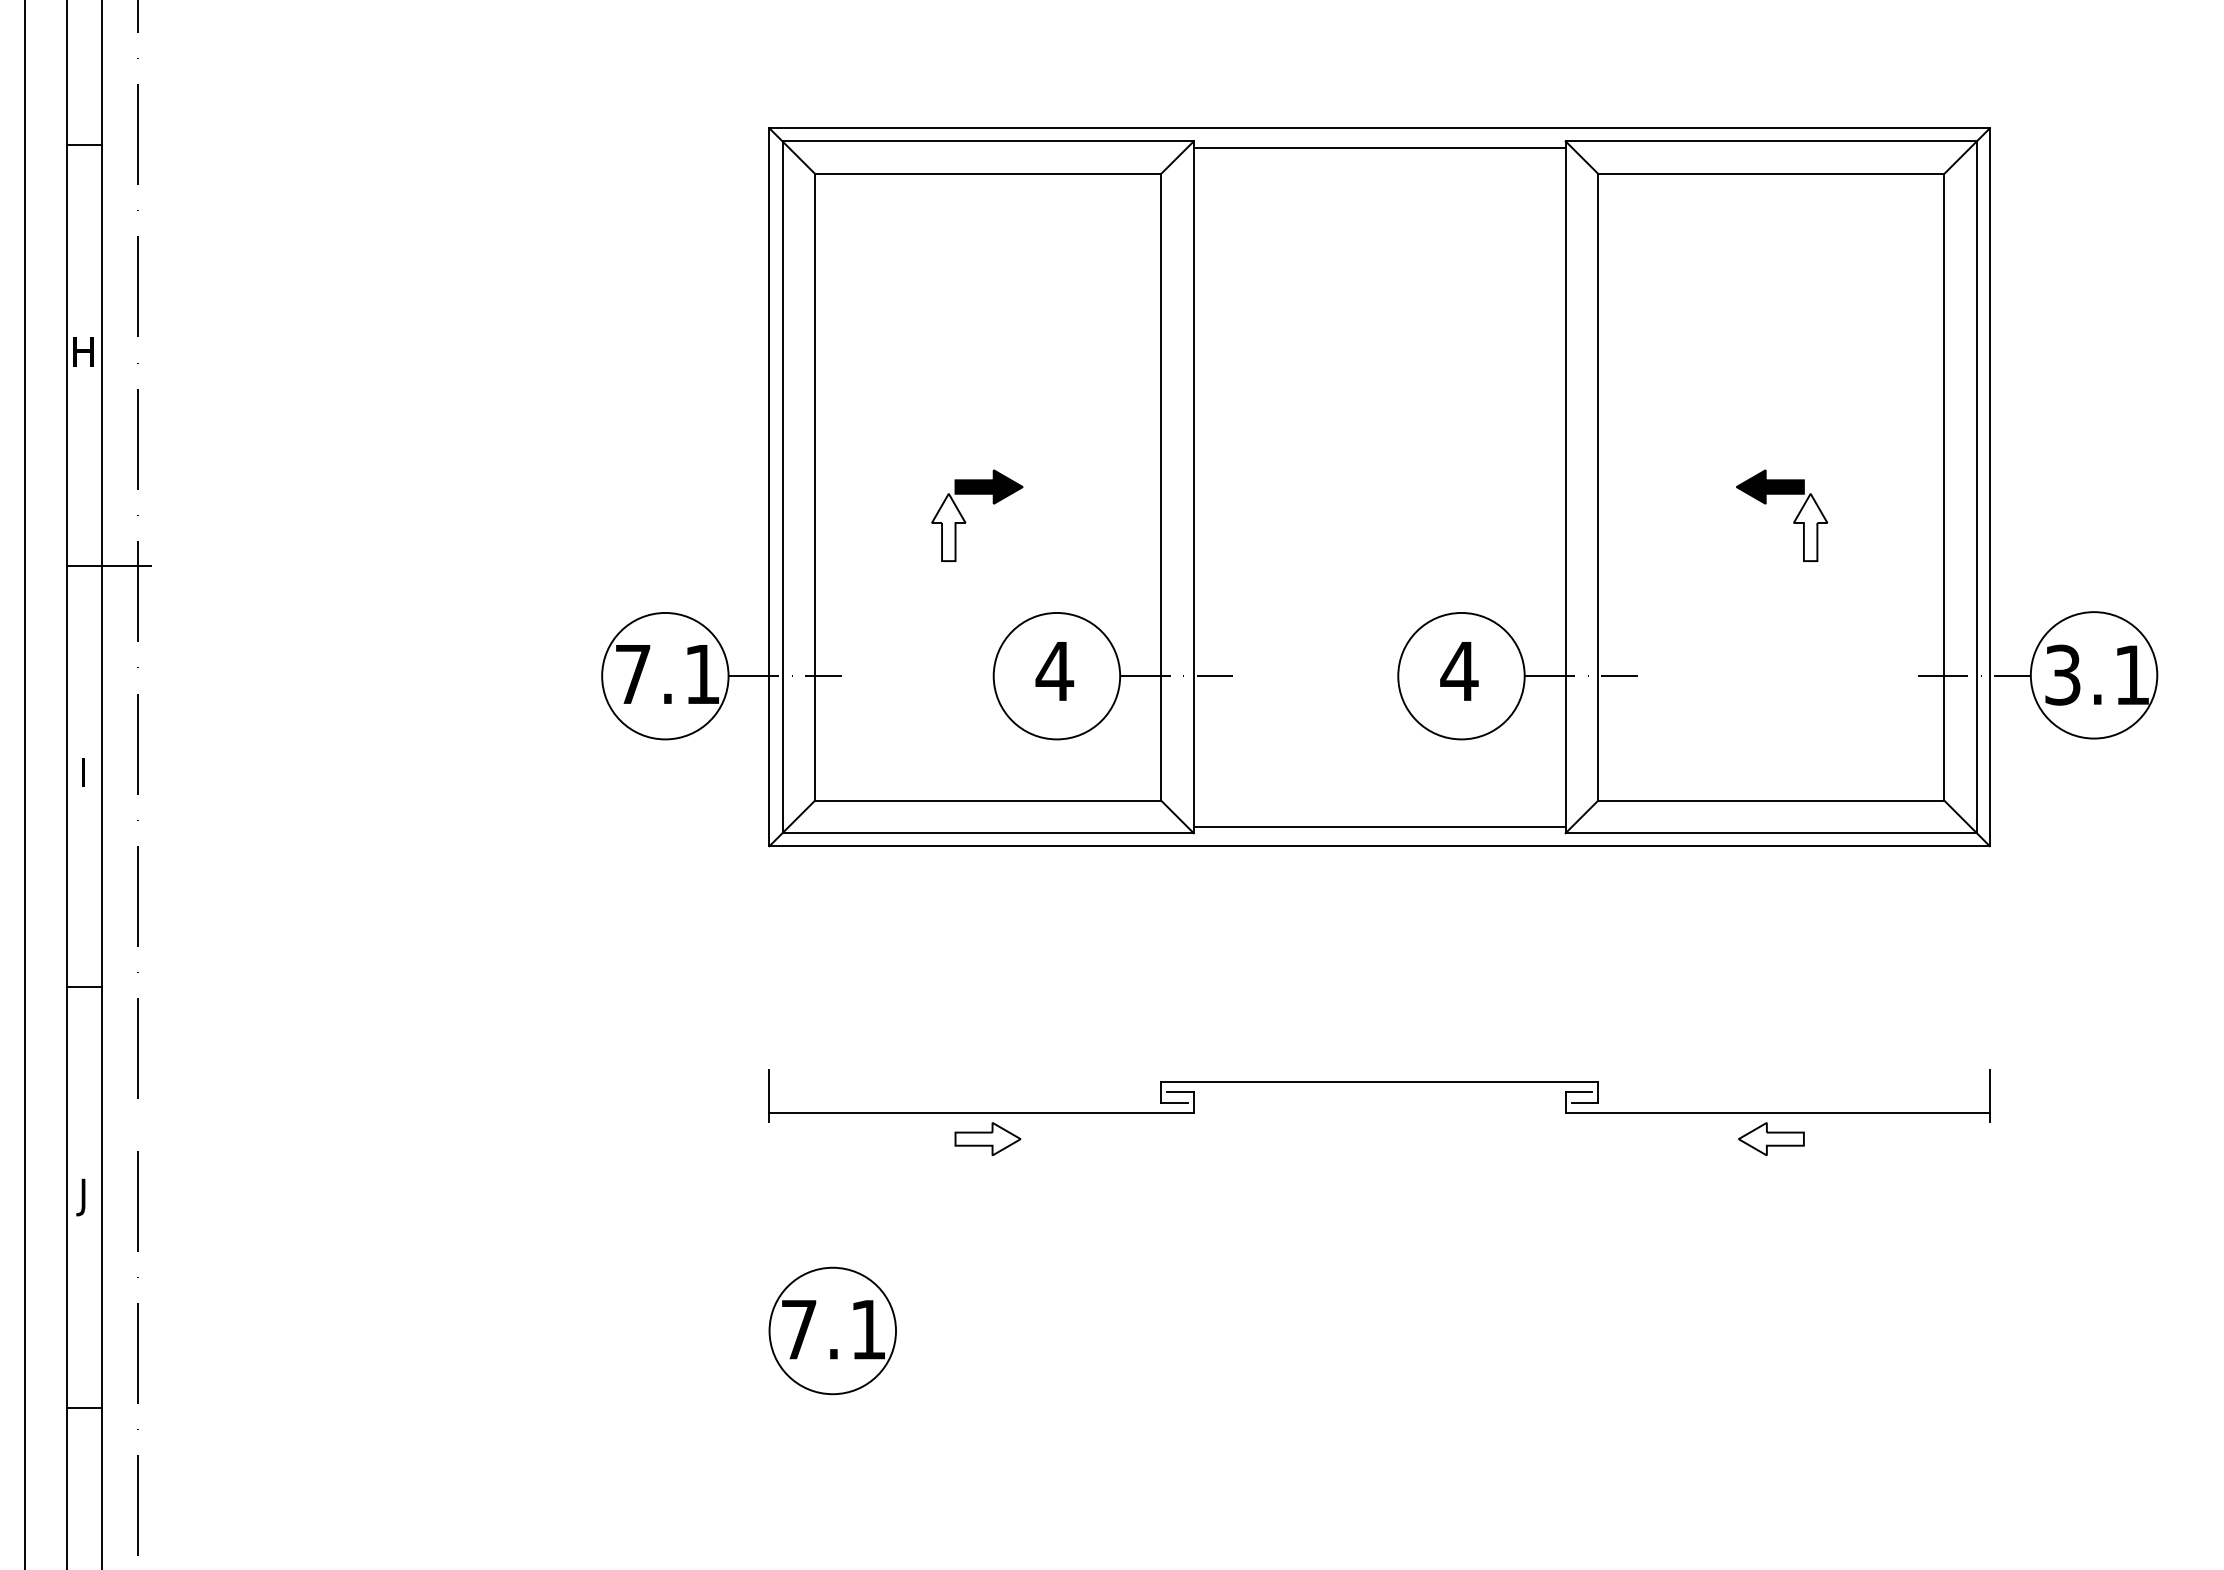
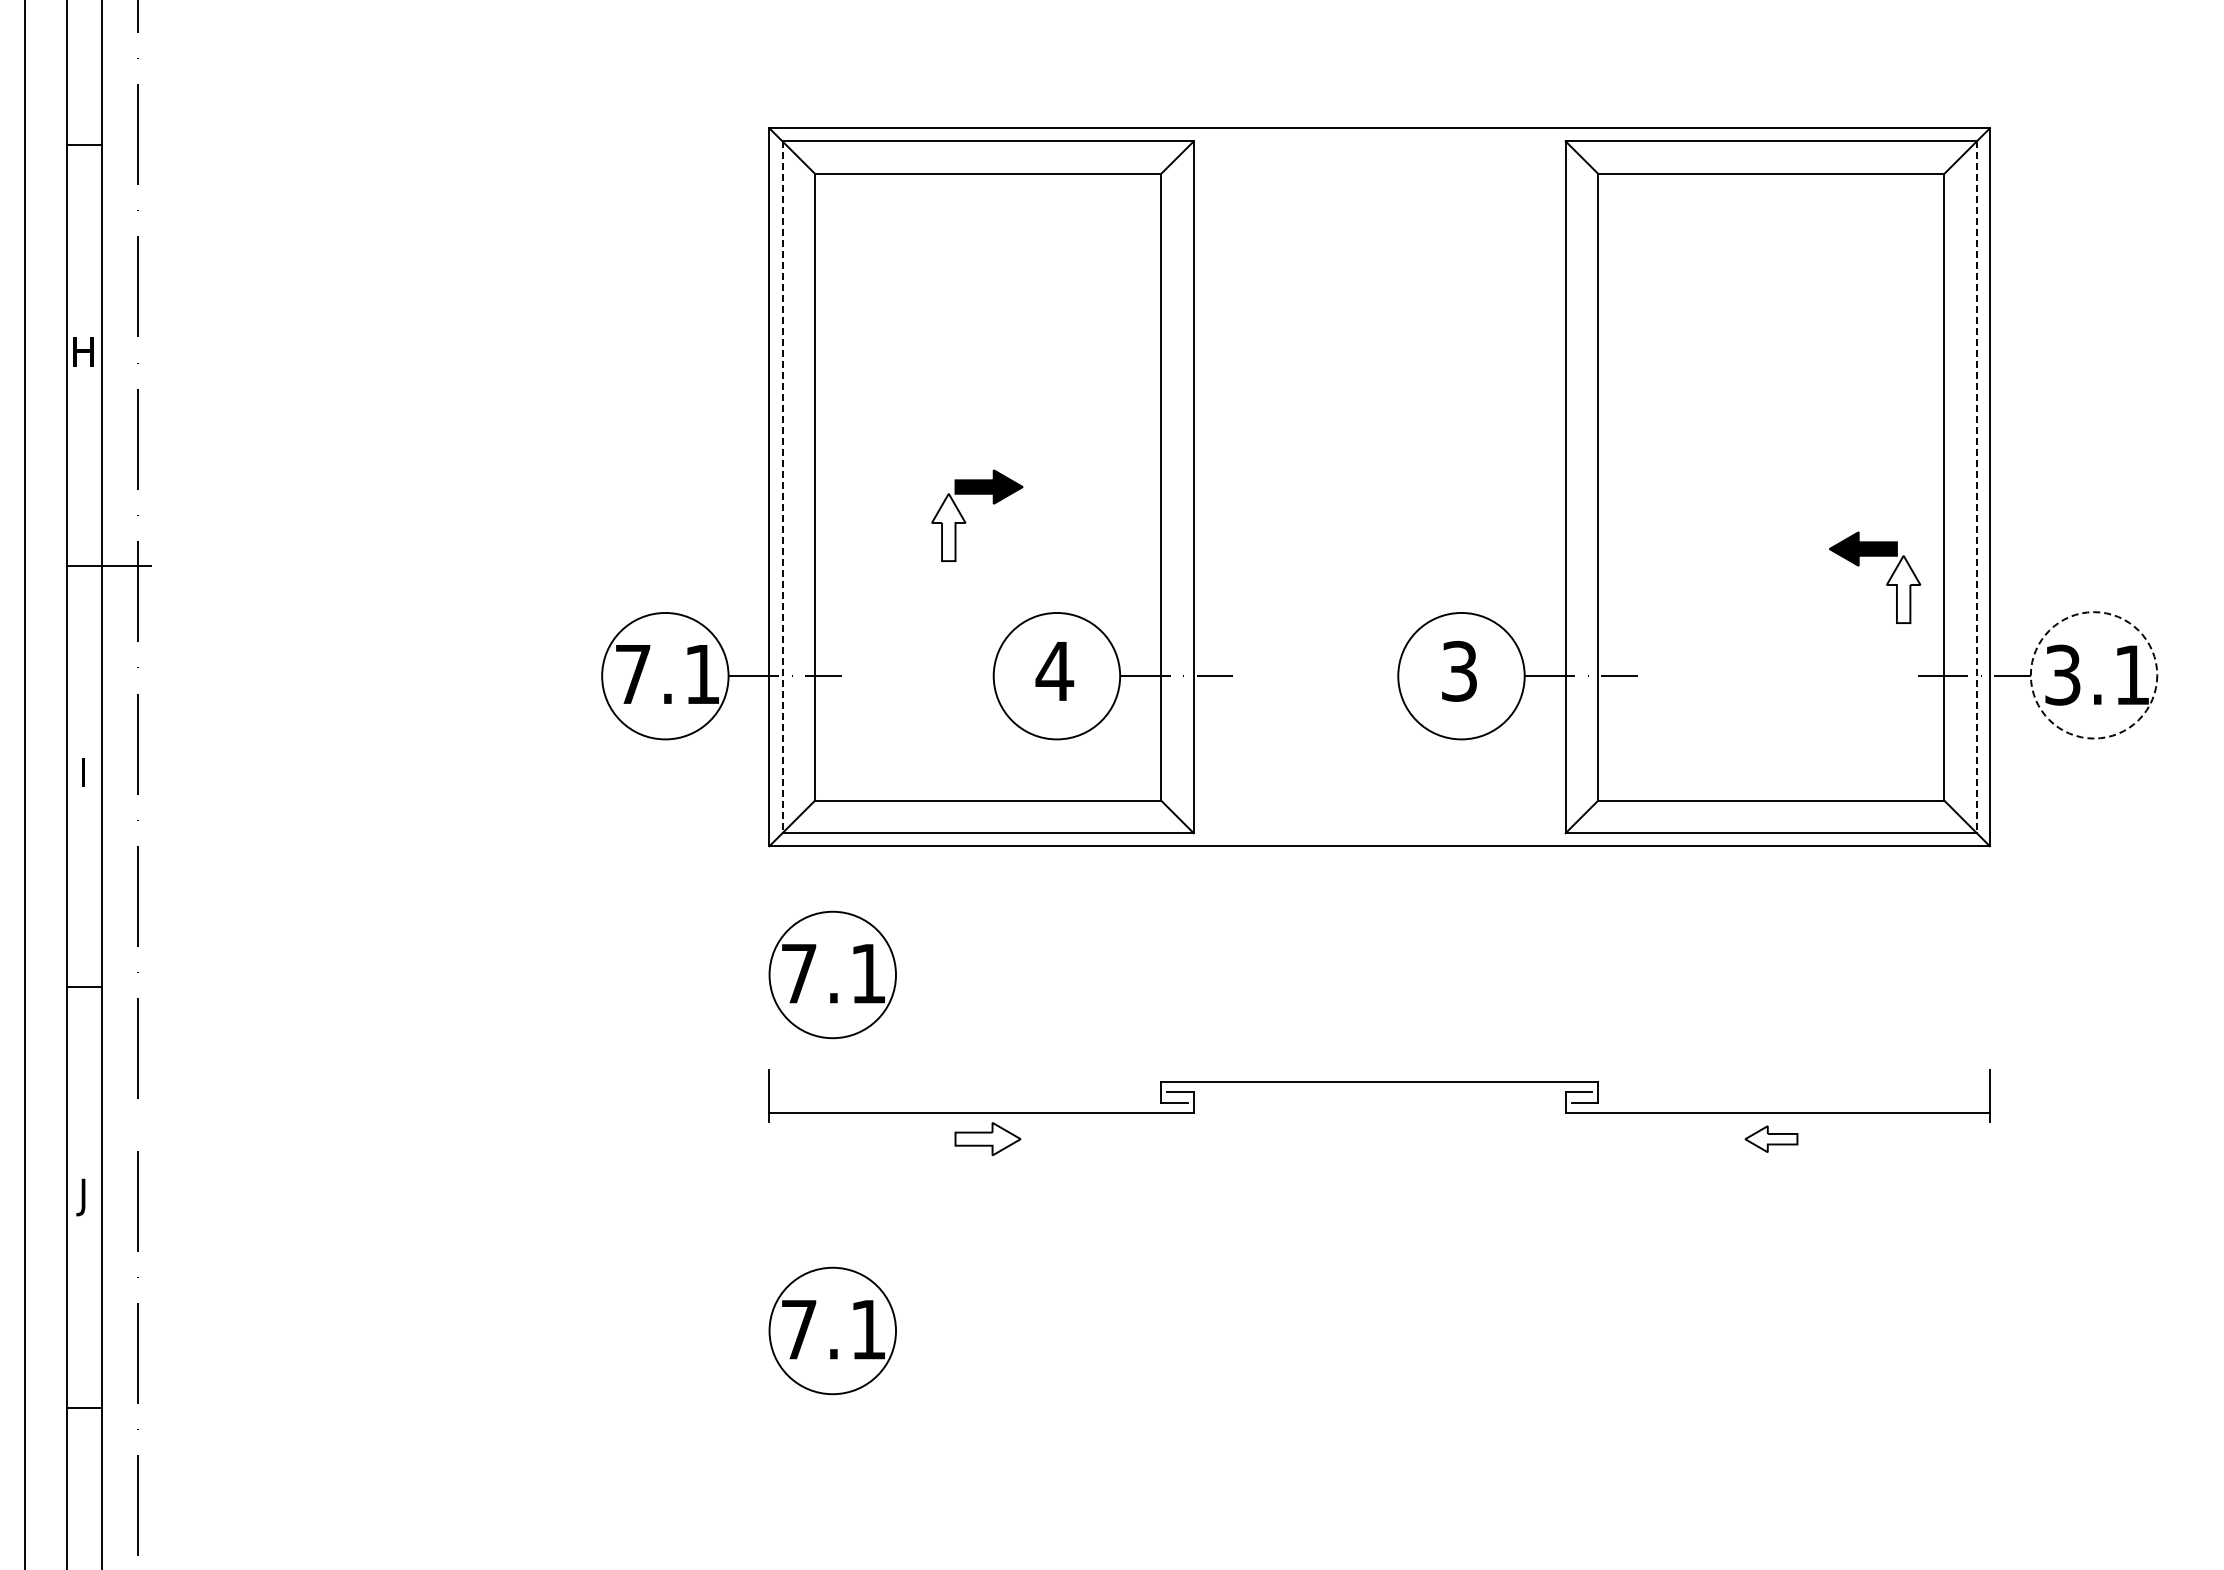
line at (1379, 147): present -> none
line at (782, 487): solid -> dashed
line at (1976, 487): solid -> dashed
part at (1793, 521) position: (1793, 521) -> (1886, 583)
text at (1459, 670): 4 -> 3
circle at (2093, 675): solid -> dashed
line at (1379, 826): present -> none
part at (832, 974): none -> present
part at (1771, 1139) size: 67x35 px -> 55x28 px
